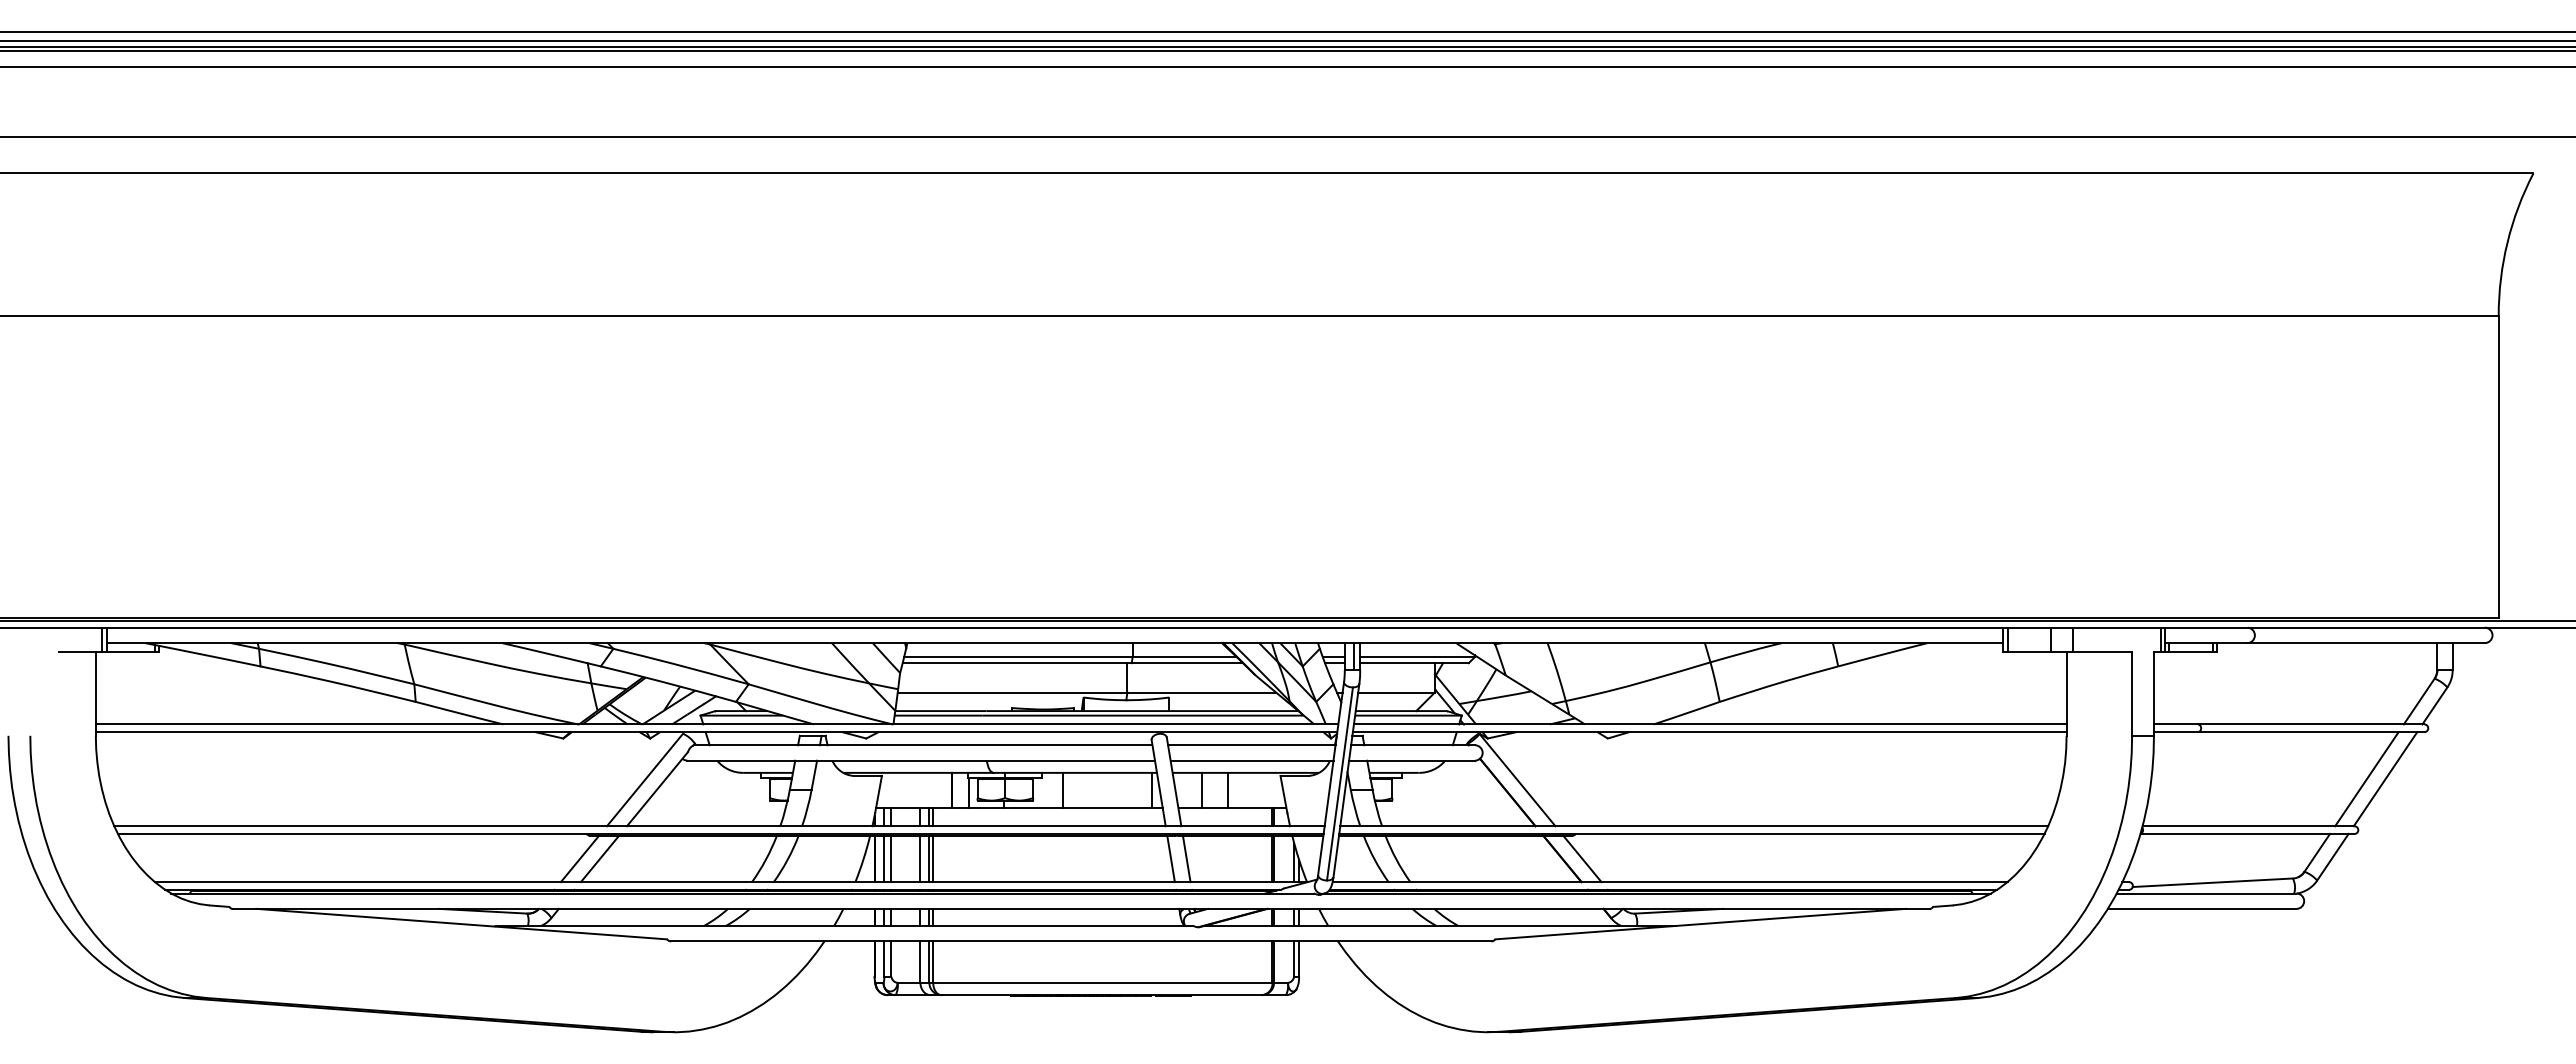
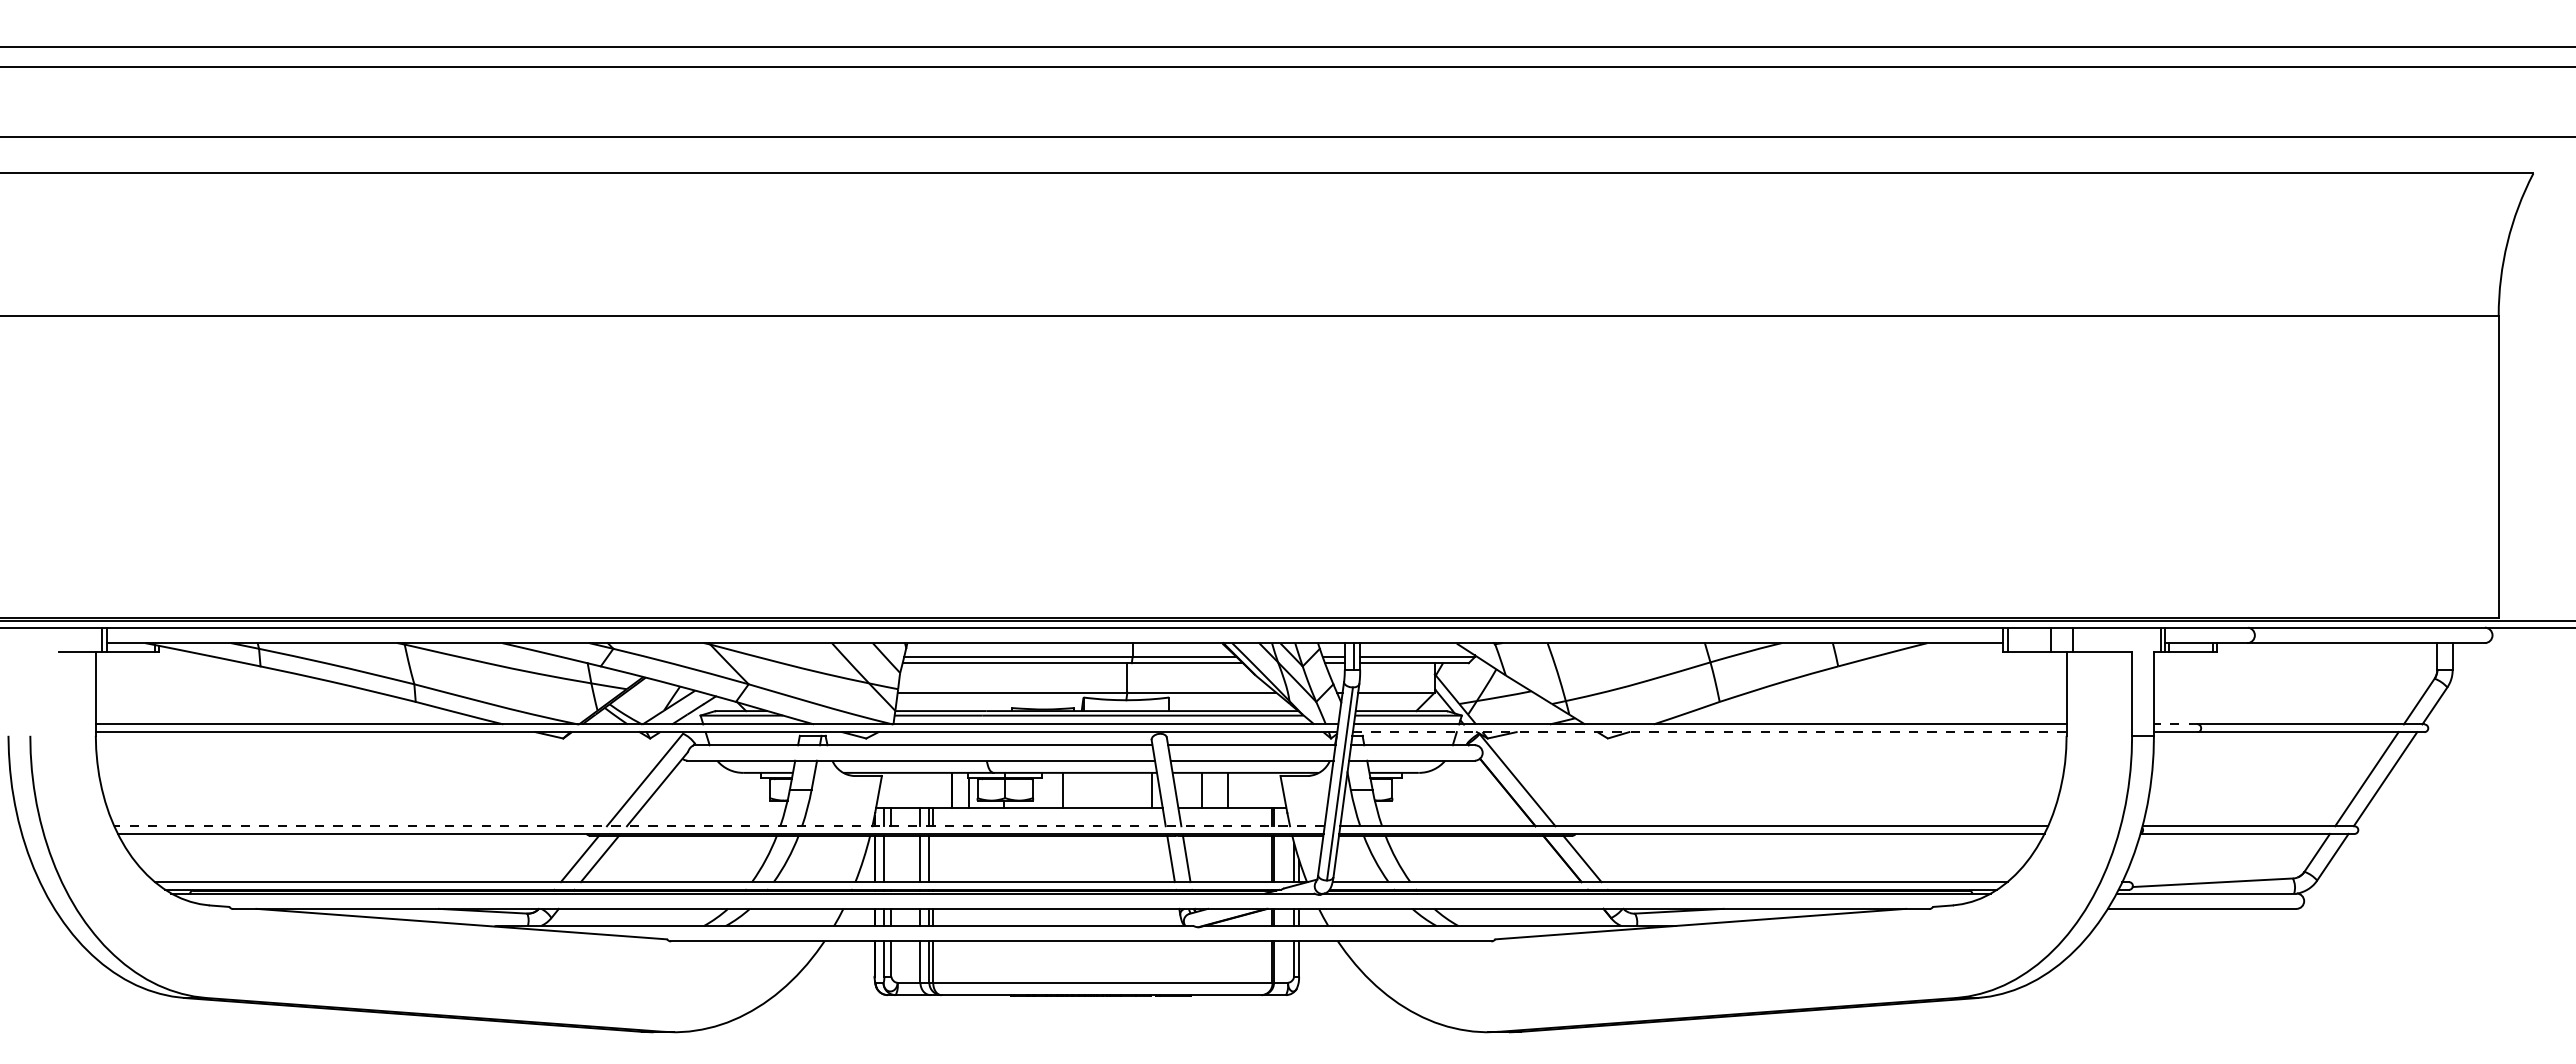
line at (1287, 31): present -> none
line at (1287, 40): present -> none
line at (1287, 51): present -> none
line at (2175, 724): solid -> dashed
line at (1709, 732): solid -> dashed
line at (718, 826): solid -> dashed
line at (891, 858): present -> none
line at (933, 858): present -> none
